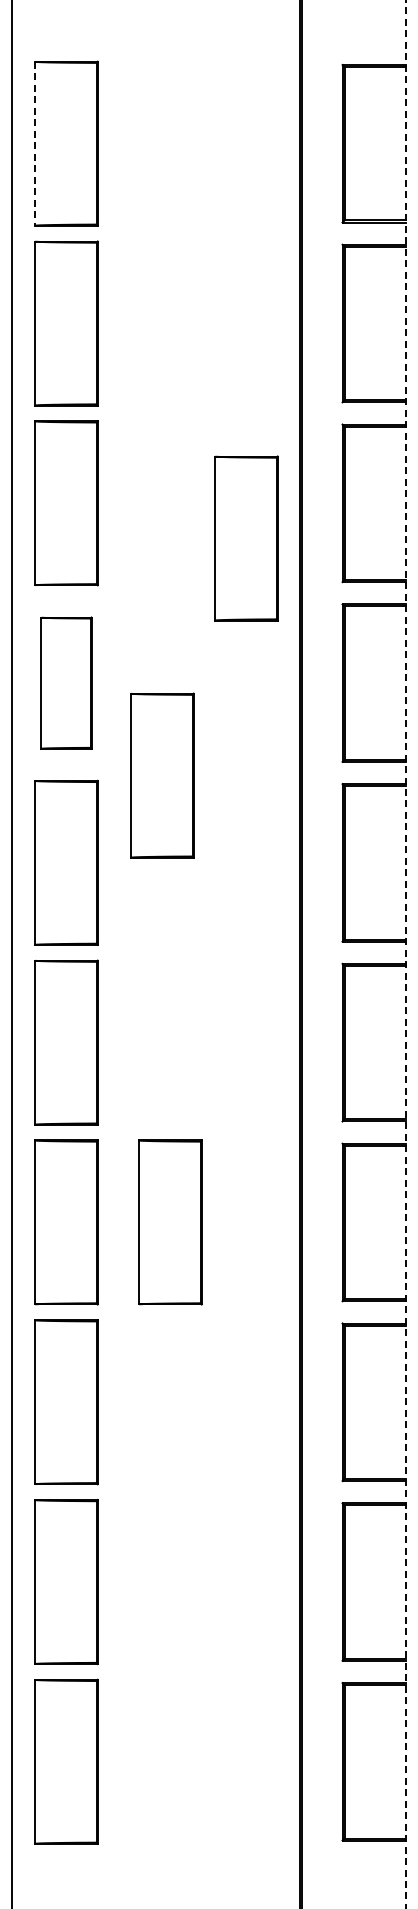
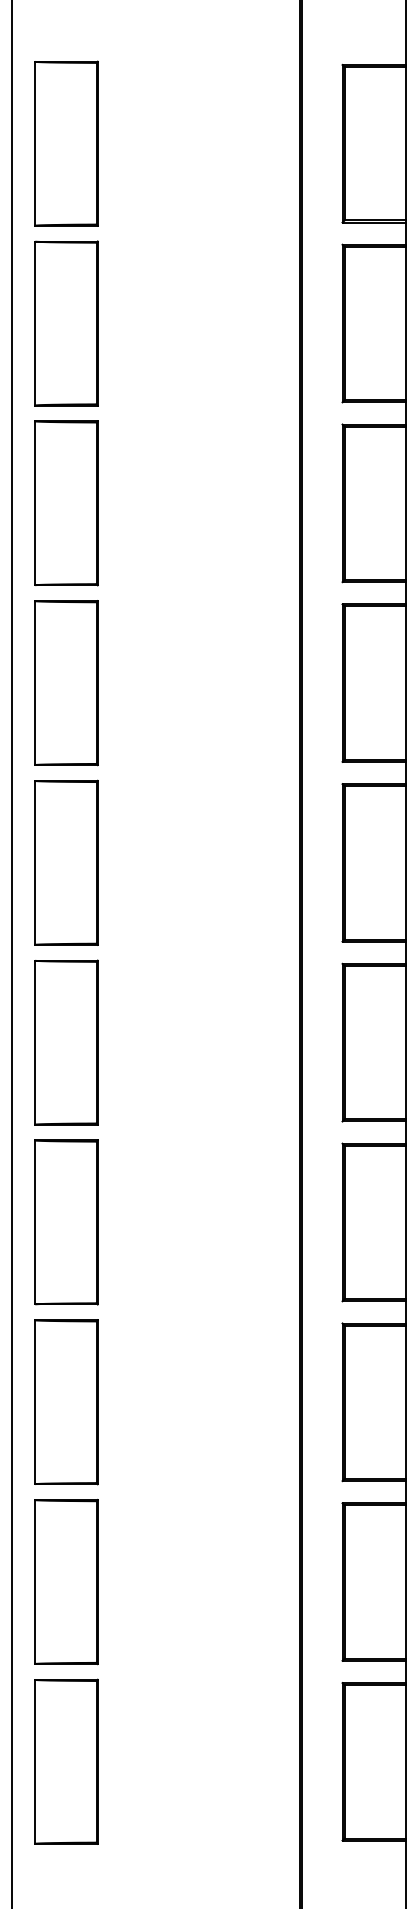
line at (34, 144): dashed -> solid
part at (246, 538): present -> none
part at (66, 682) size: 53x134 px -> 65x167 px
part at (162, 775): present -> none
line at (405, 954): dashed -> solid
part at (170, 1222): present -> none
